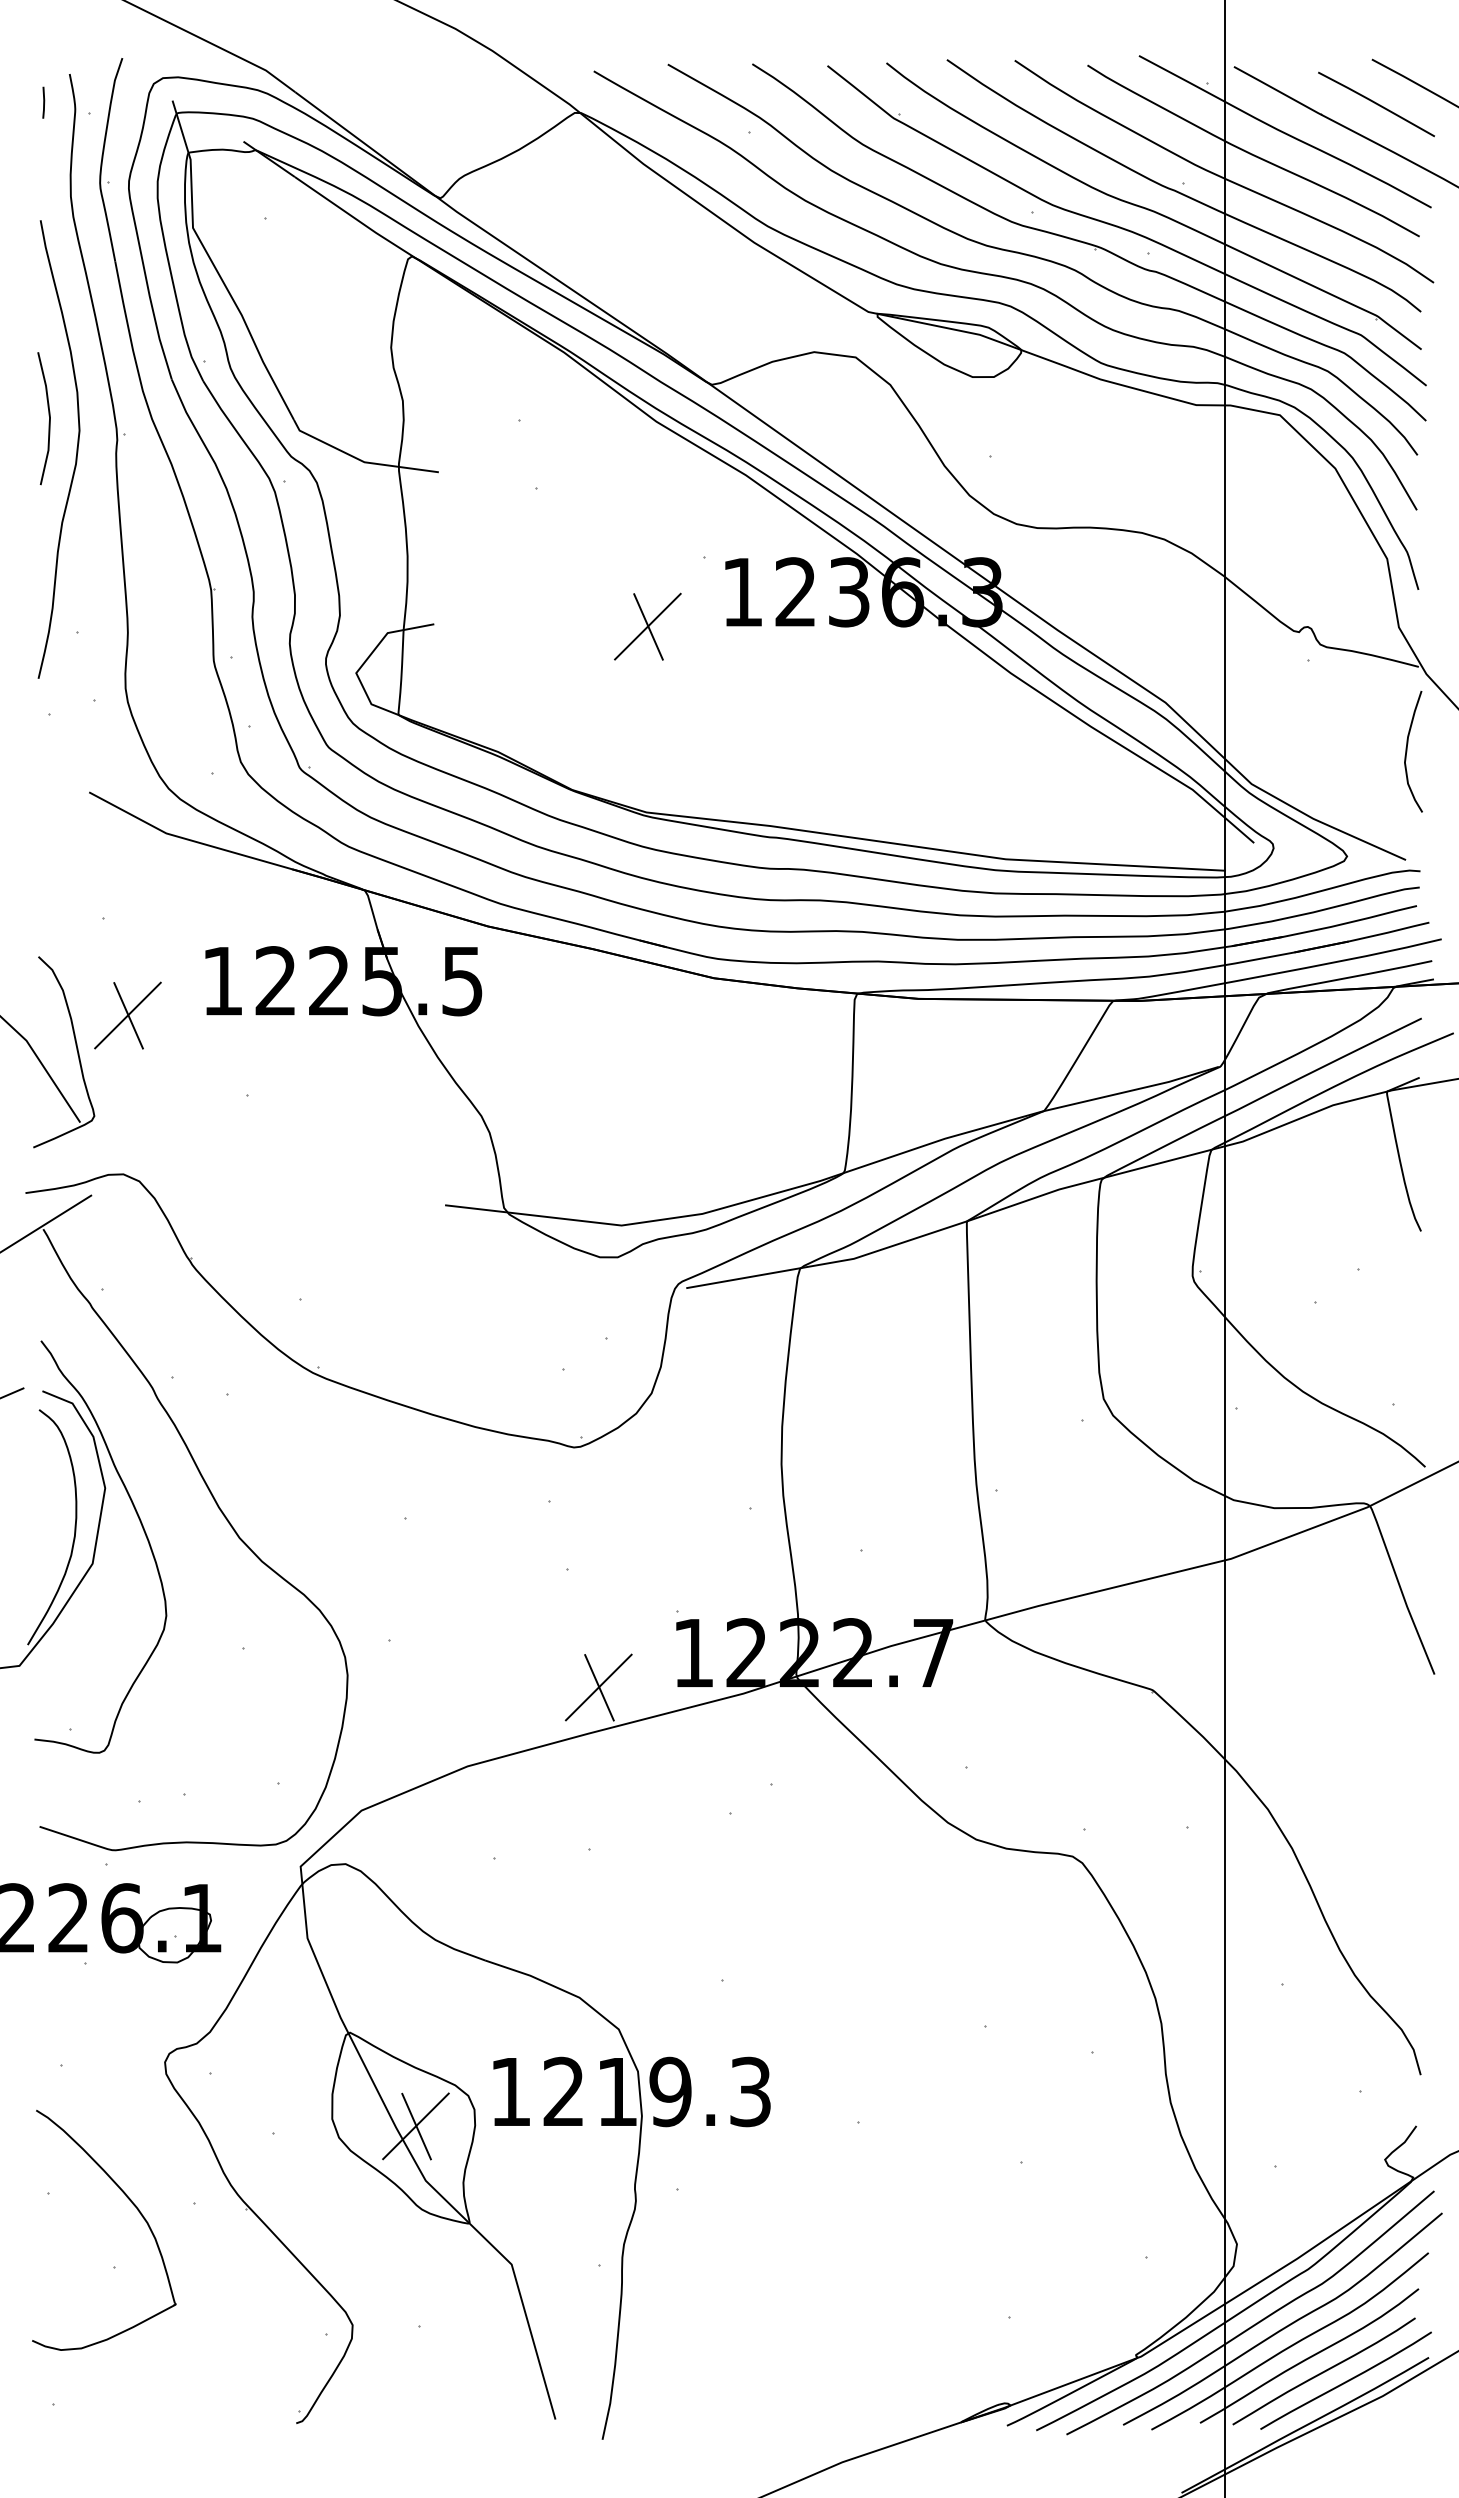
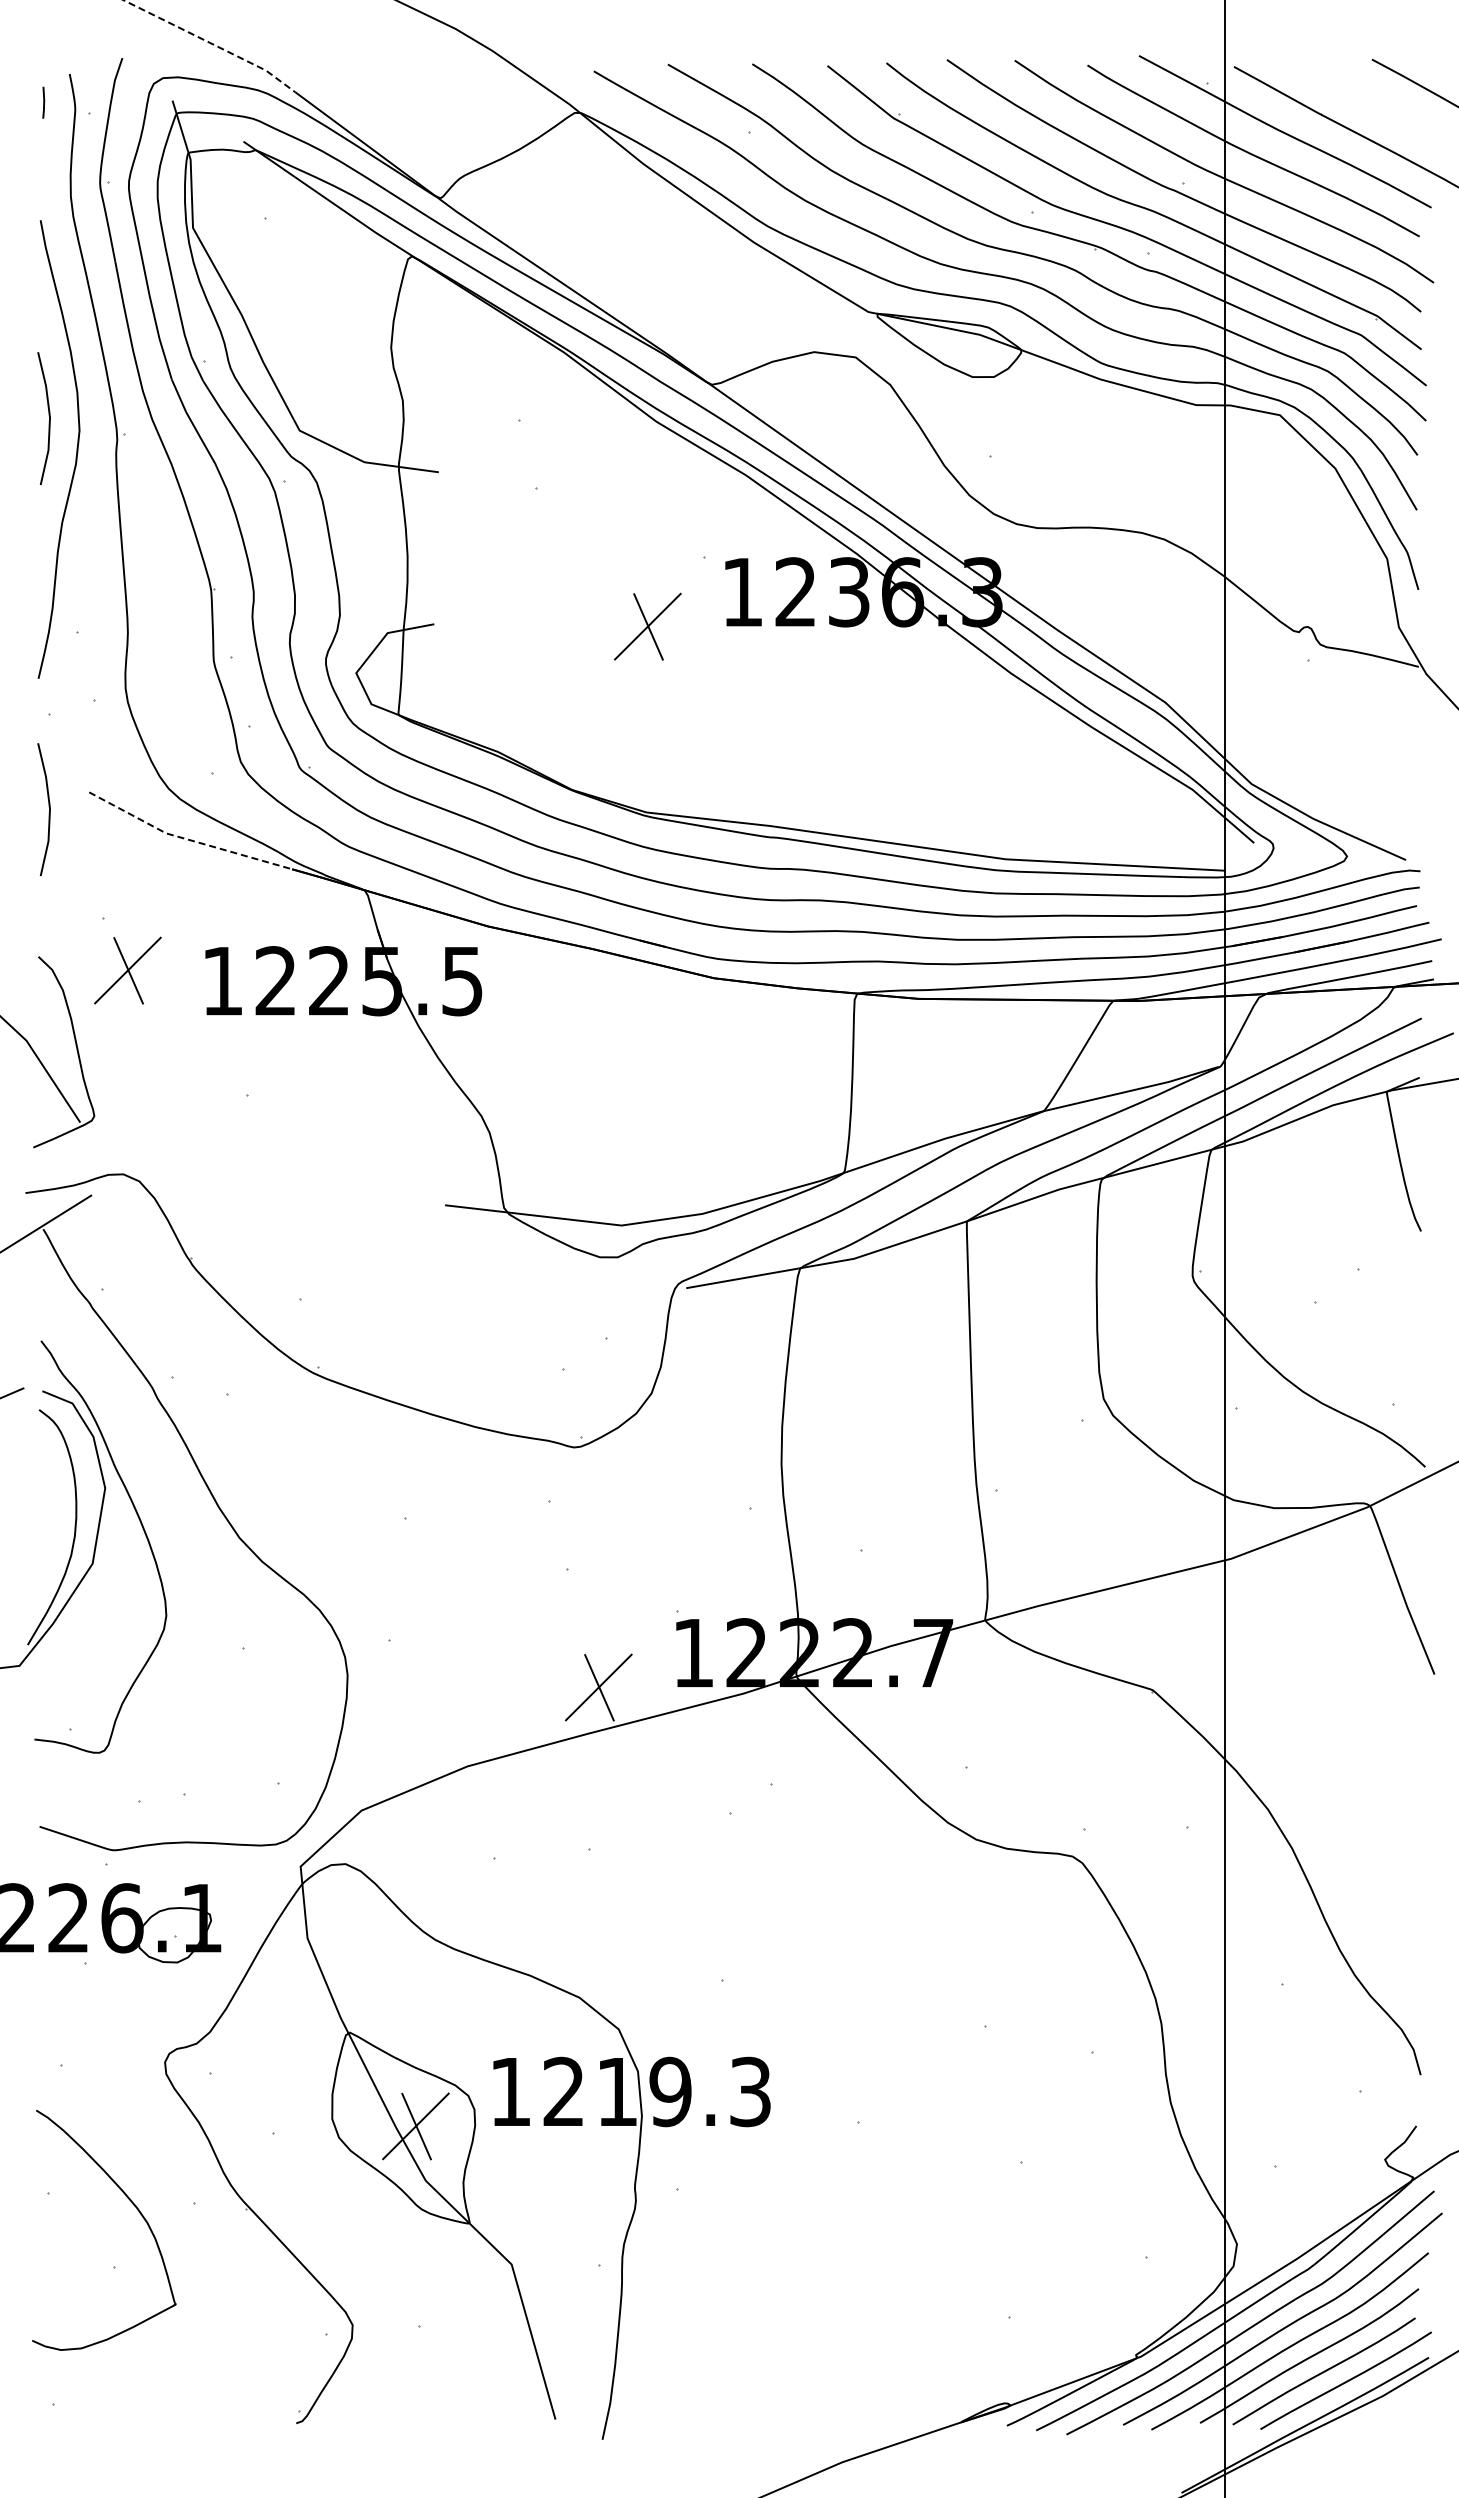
line at (212, 43): solid -> dashed
line at (1376, 104): present -> none
curve at (1407, 751): present -> none
line at (48, 806): none -> present
line at (186, 839): solid -> dashed
part at (127, 1015) position: (127, 1015) -> (127, 970)
